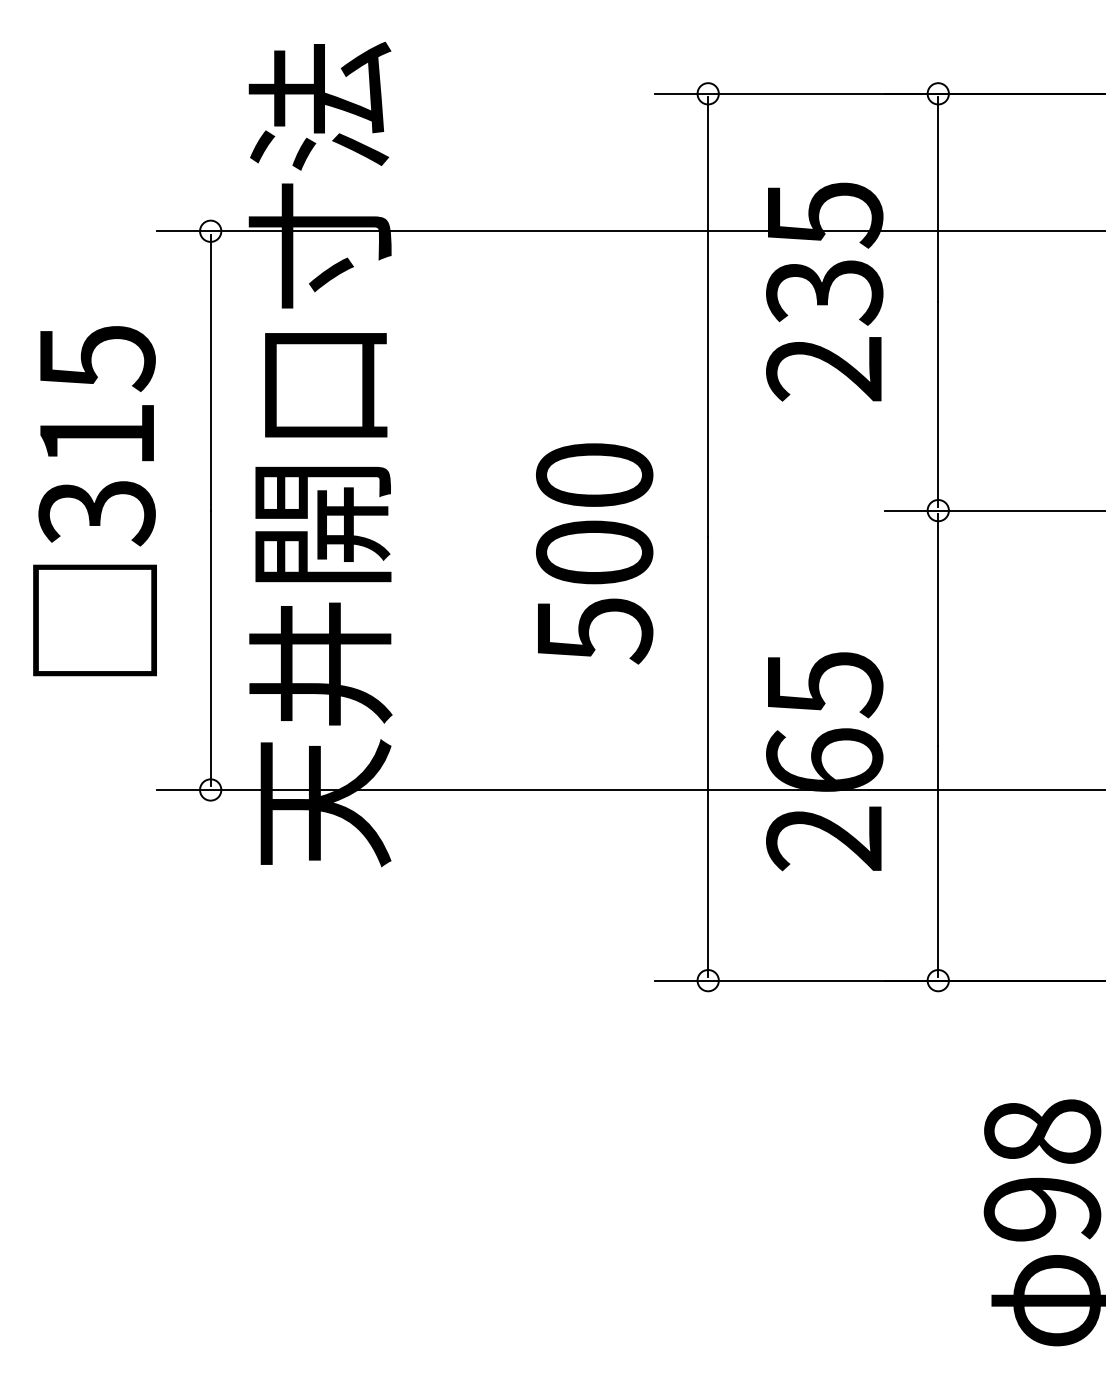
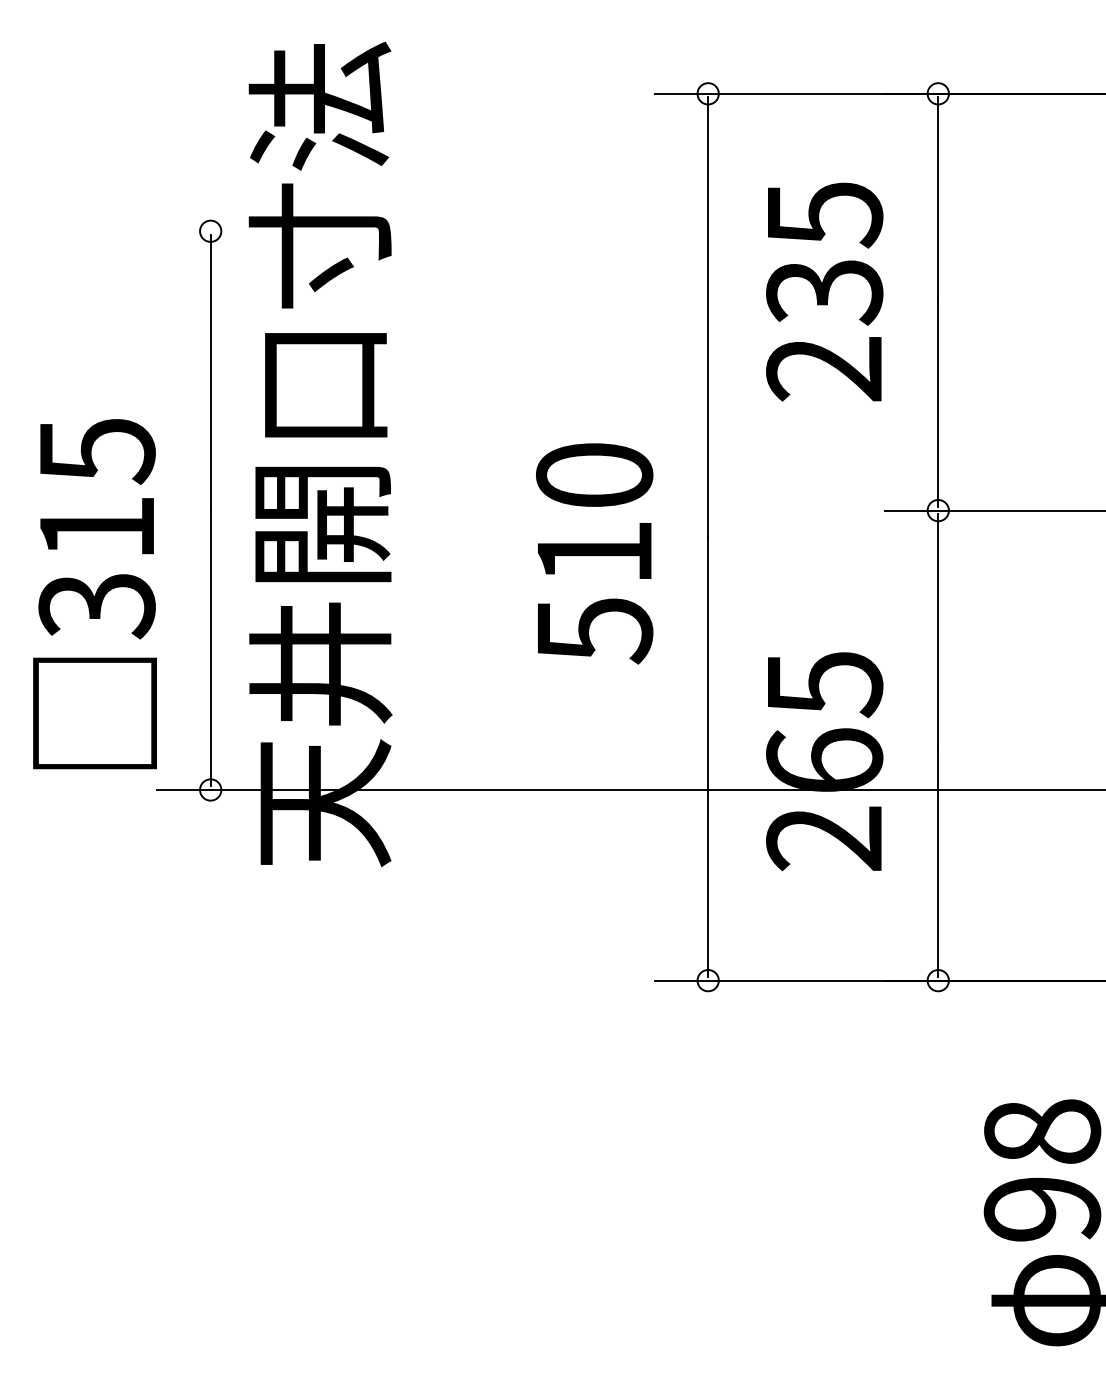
line at (629, 231): present -> none
text at (94, 501) position: (94, 501) -> (94, 594)
text at (594, 552): 500 -> 510
